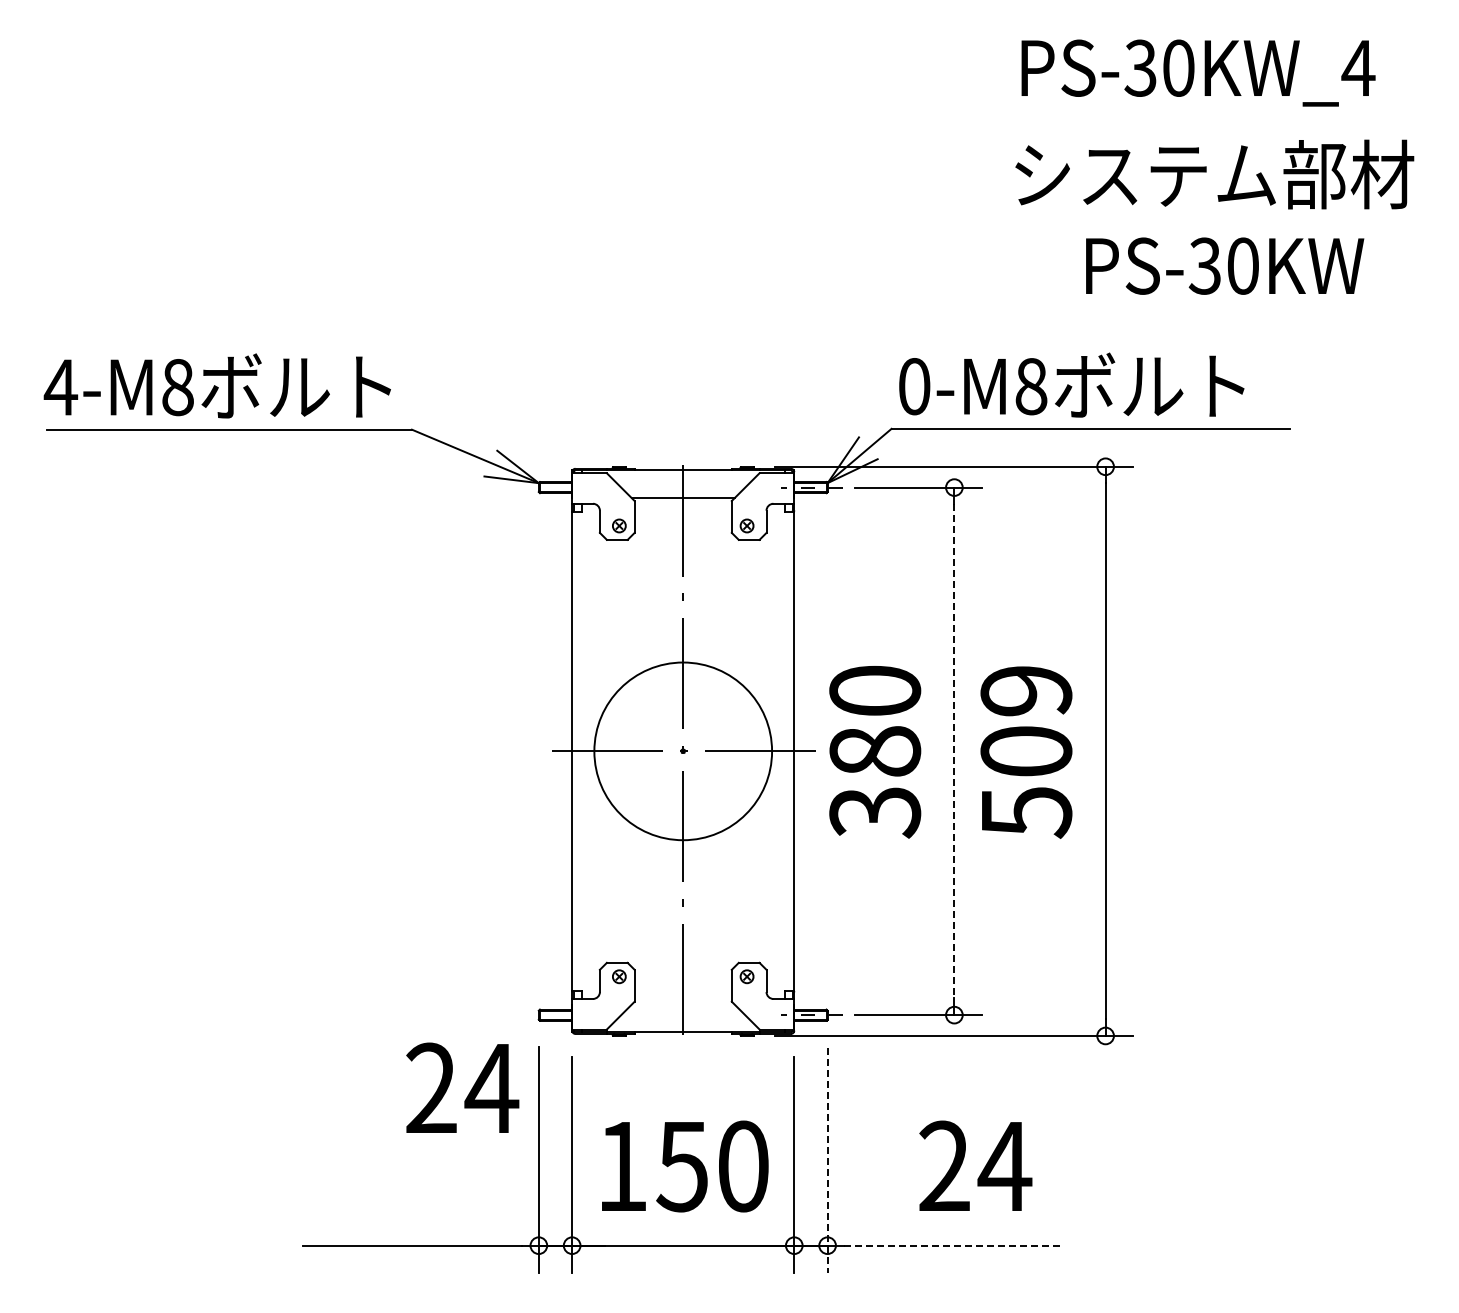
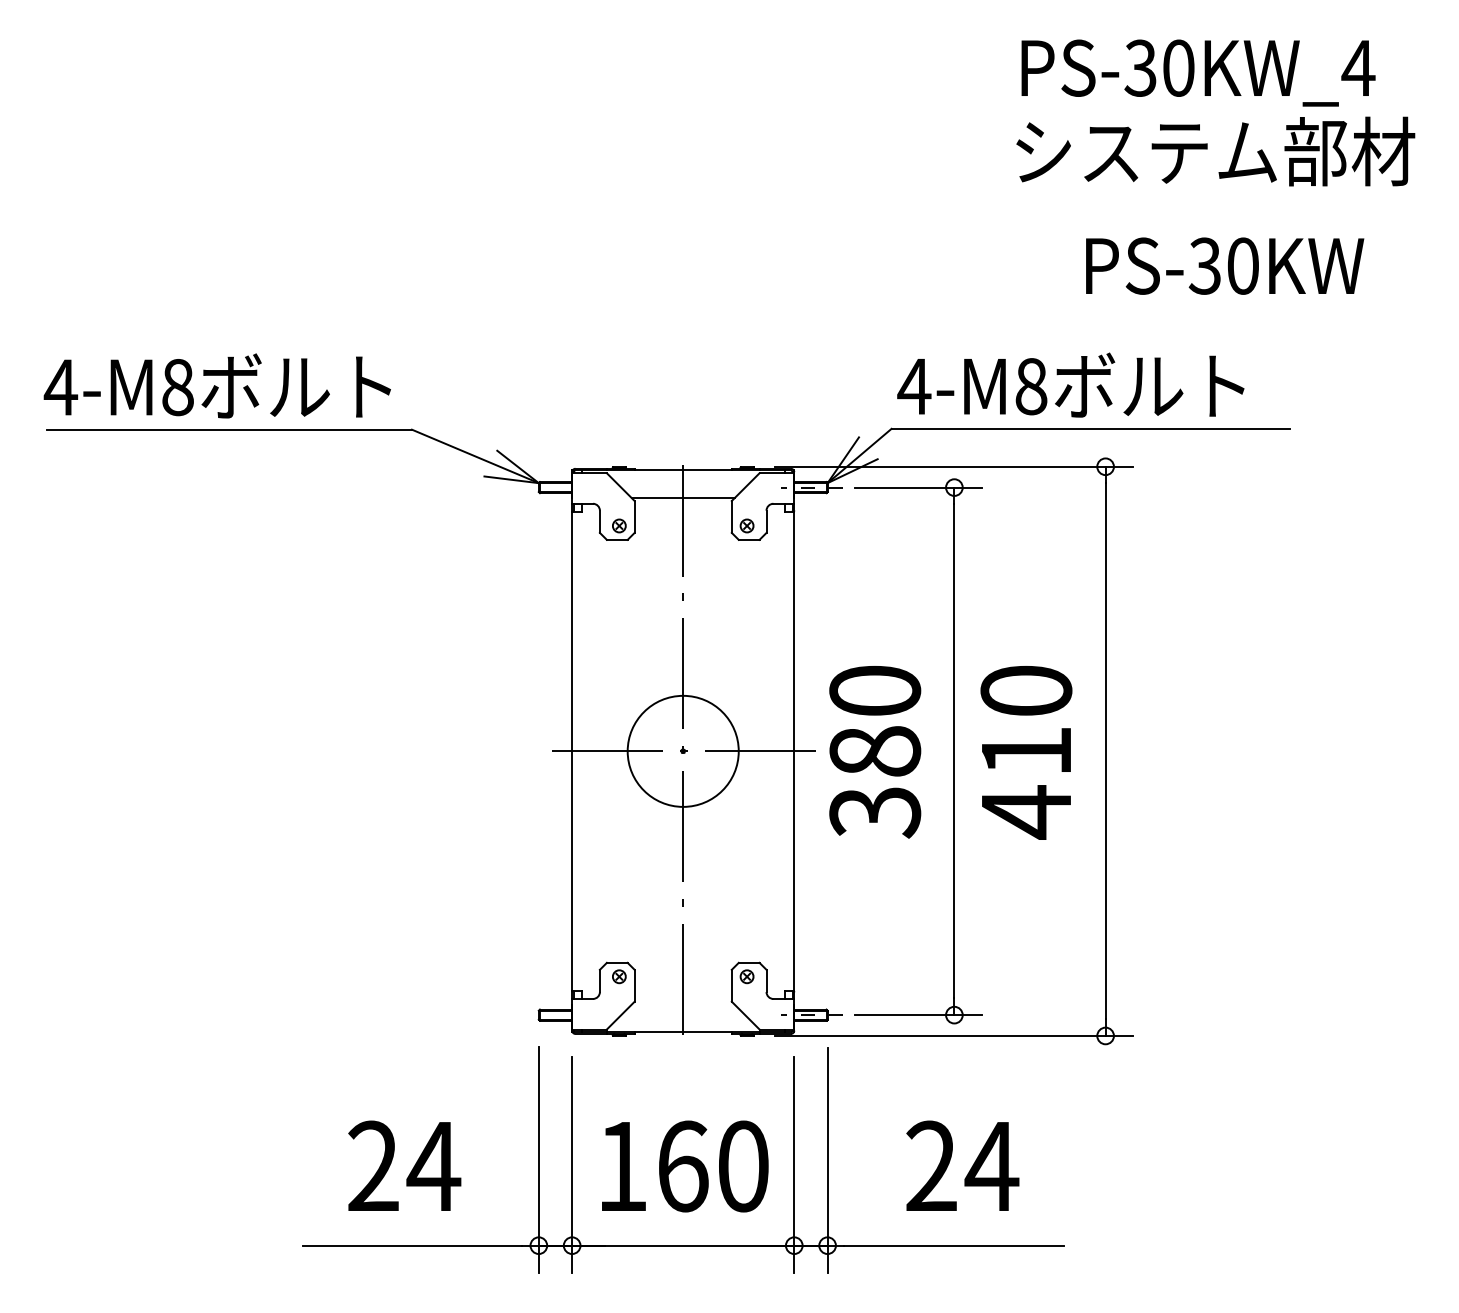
text at (1214, 174) position: (1214, 174) -> (1215, 151)
text at (914, 386): 0-M8 -> 4-M8
circle at (683, 751) diameter: 178 px -> 111 px
line at (954, 751): dashed -> solid
text at (1026, 752): 509 -> 410
text at (462, 1087) position: (462, 1087) -> (404, 1165)
line at (827, 1160): dashed -> solid
text at (975, 1165) position: (975, 1165) -> (962, 1165)
text at (682, 1166): 150 -> 160
line at (953, 1245): dashed -> solid
